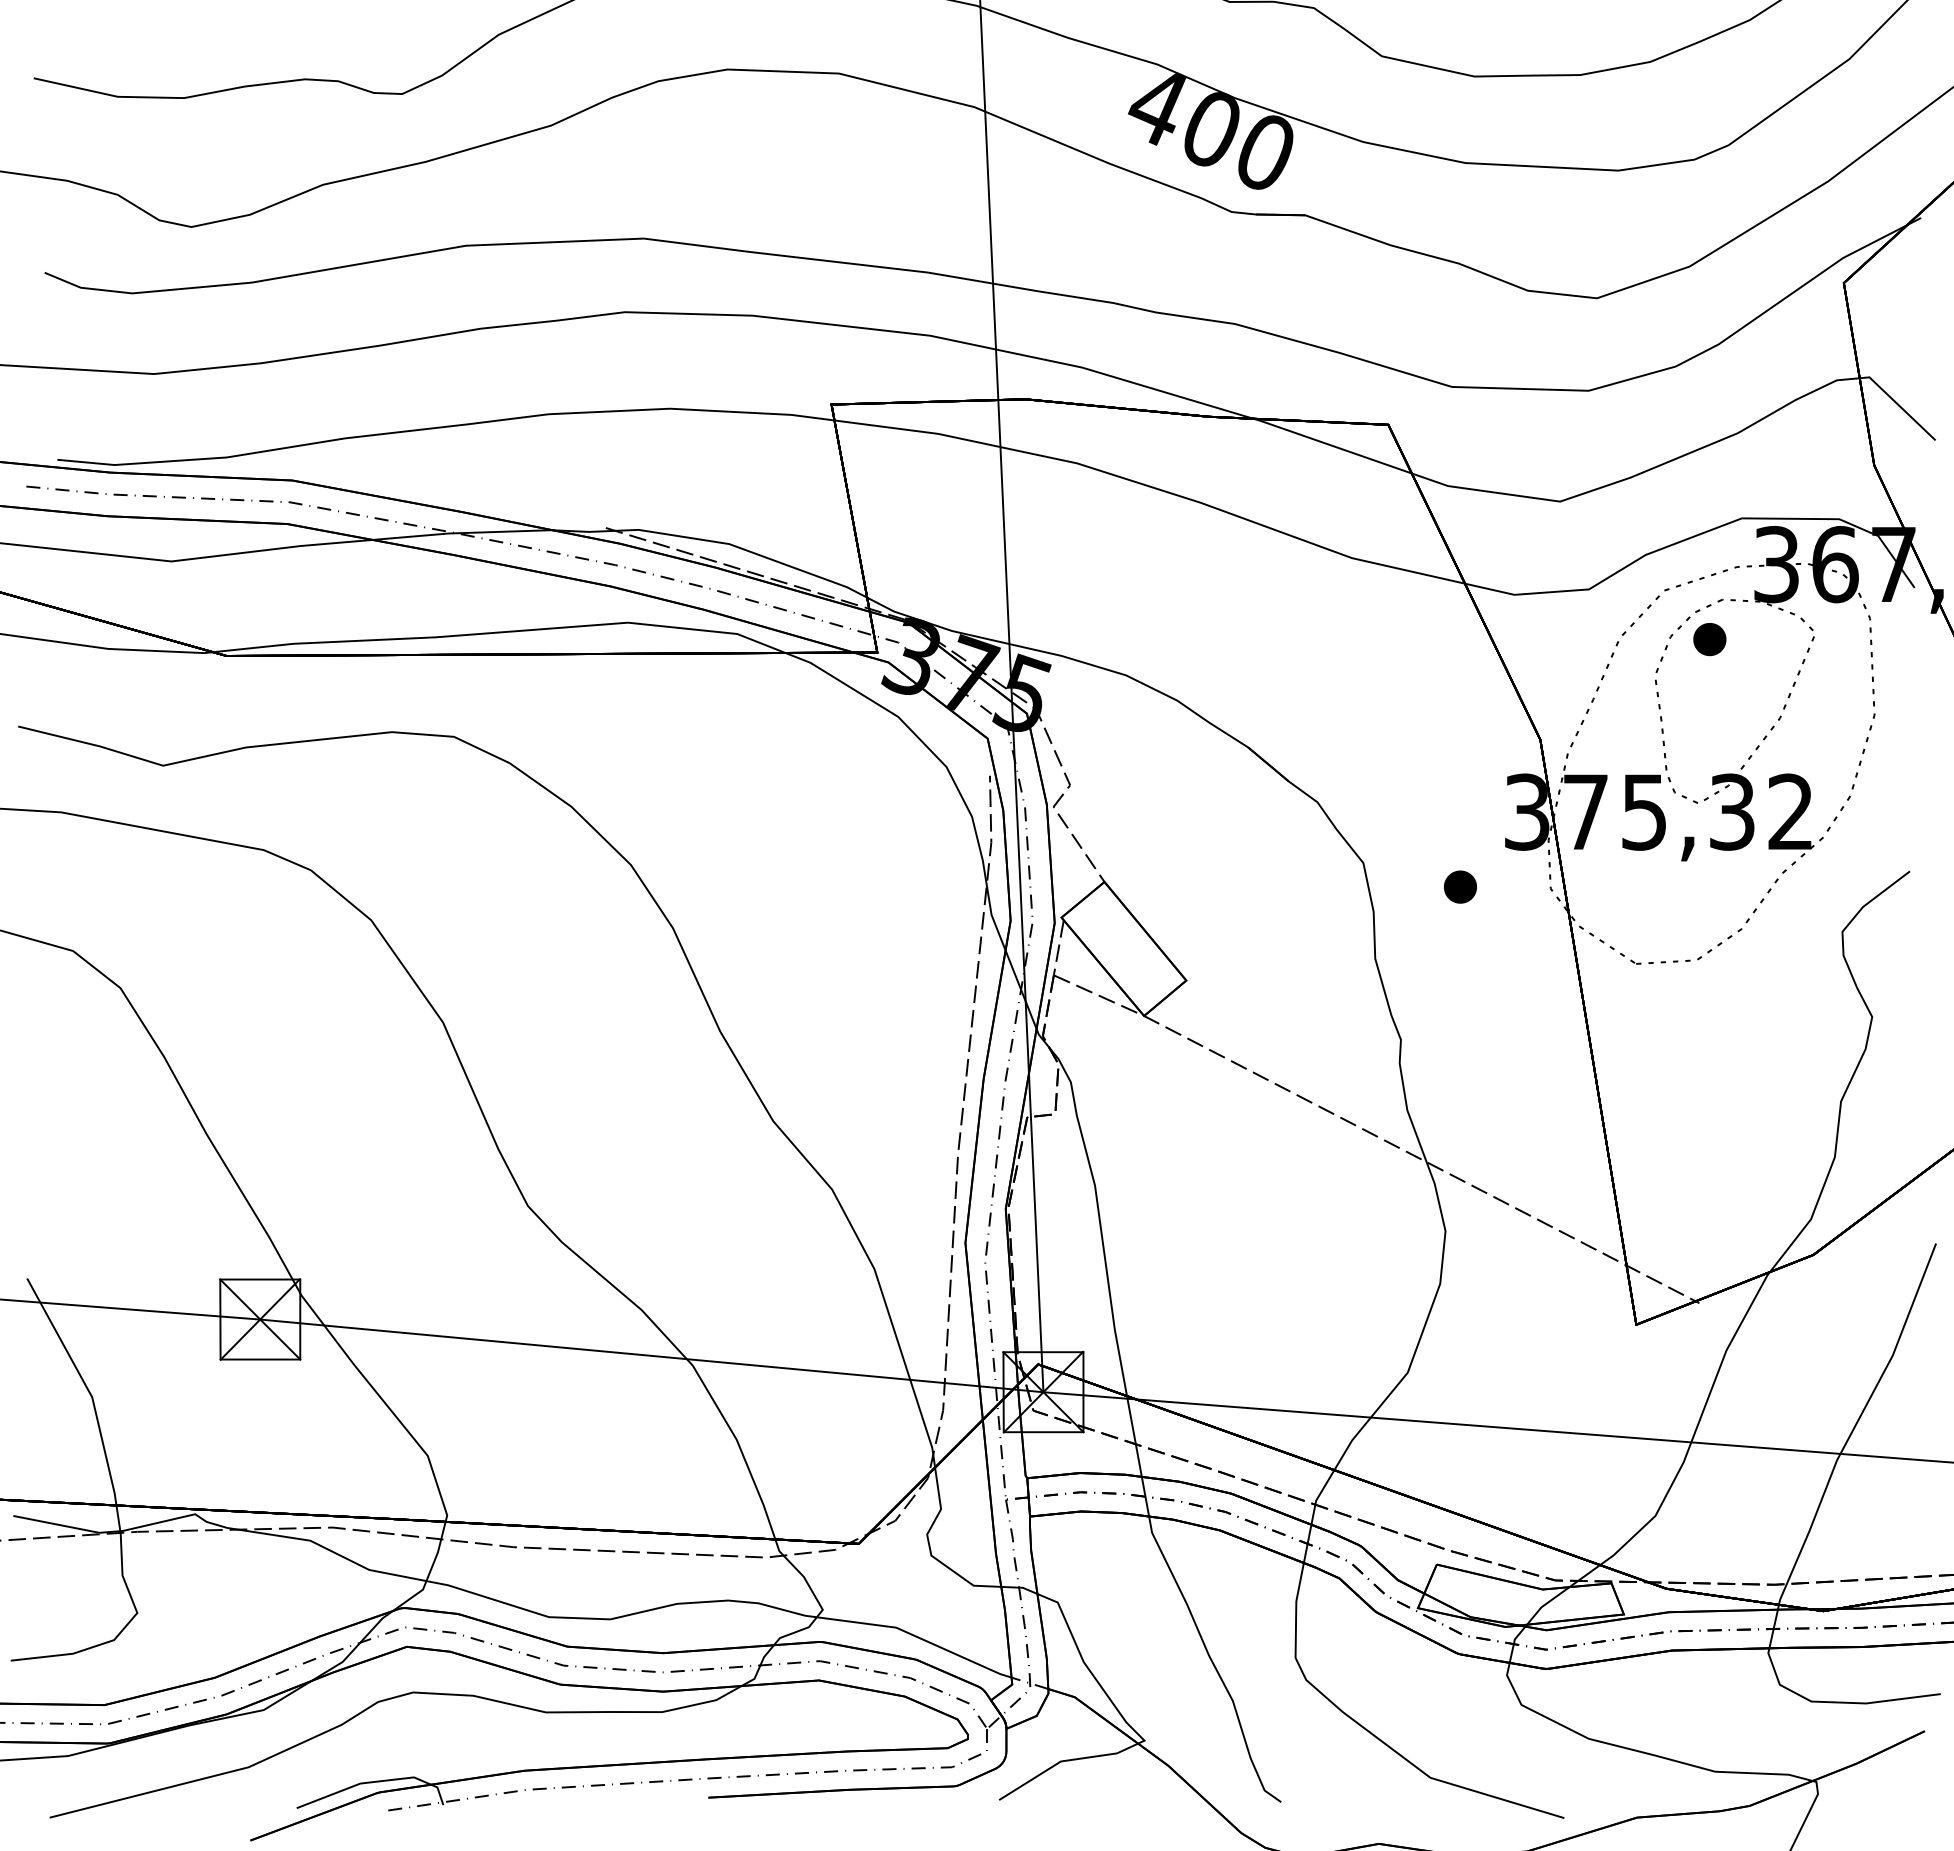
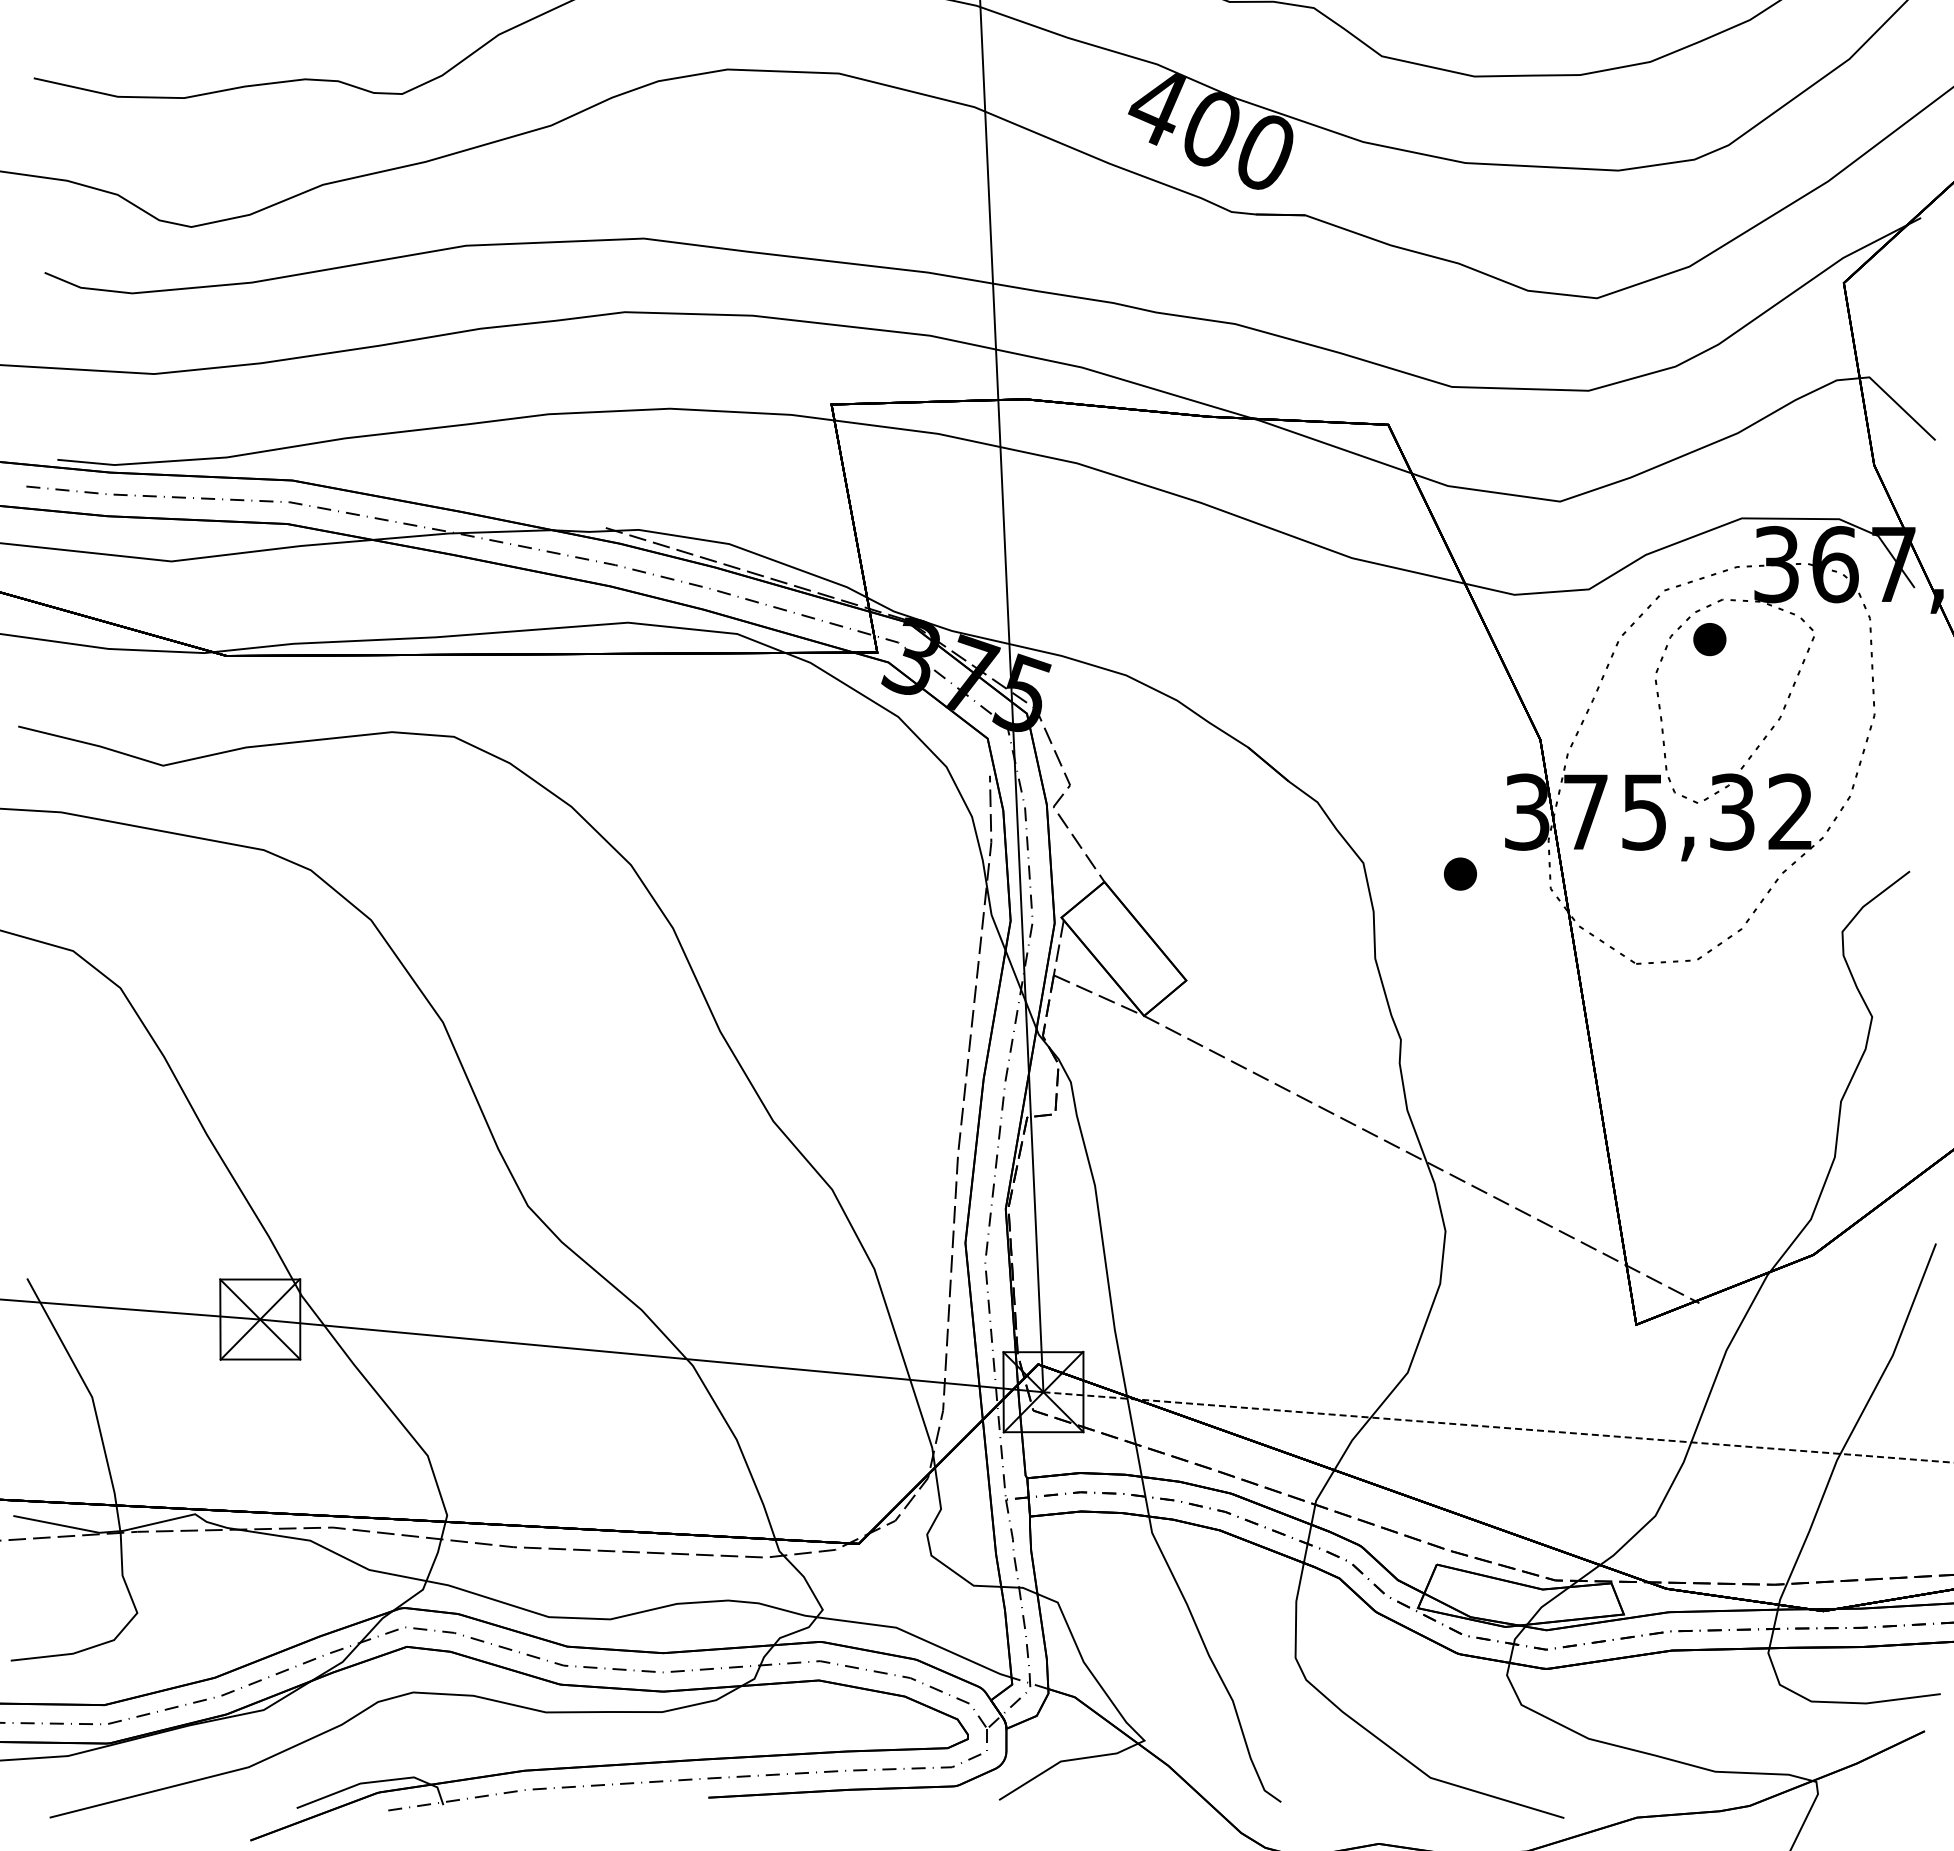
part at (1460, 886) position: (1460, 886) -> (1460, 873)
line at (1498, 1427): solid -> dashed
